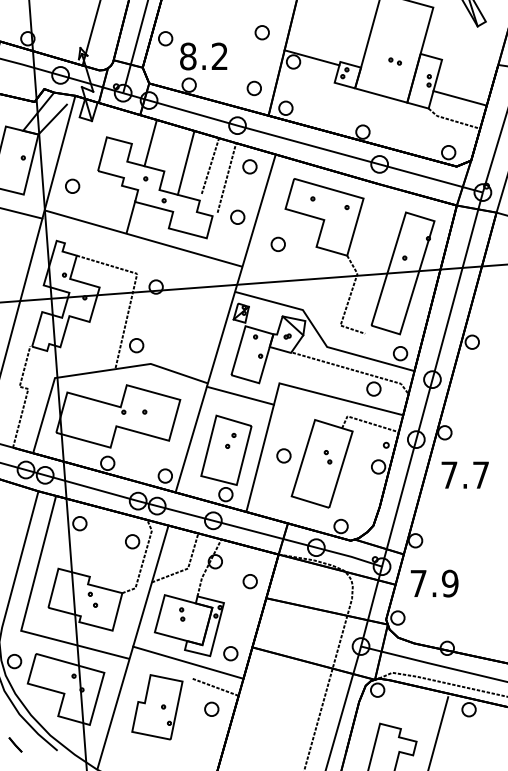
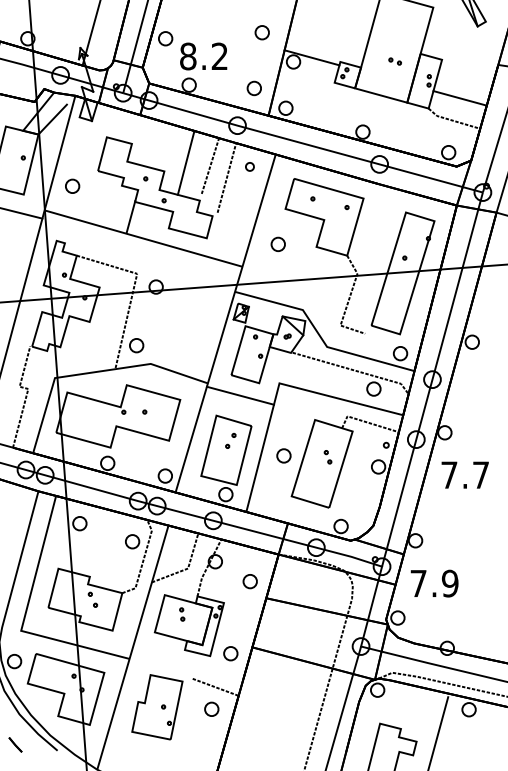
line at (150, 142): present -> none
part at (249, 166) size: 16x16 px -> 10x10 px
part at (237, 216): present -> none
line at (188, 662): present -> none
